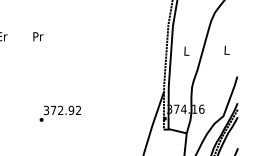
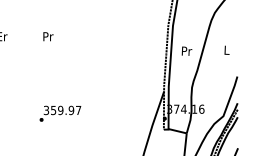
text at (38, 36) position: (38, 36) -> (48, 36)
text at (186, 50): L -> Pr
text at (66, 110): 372.92 -> 359.97
